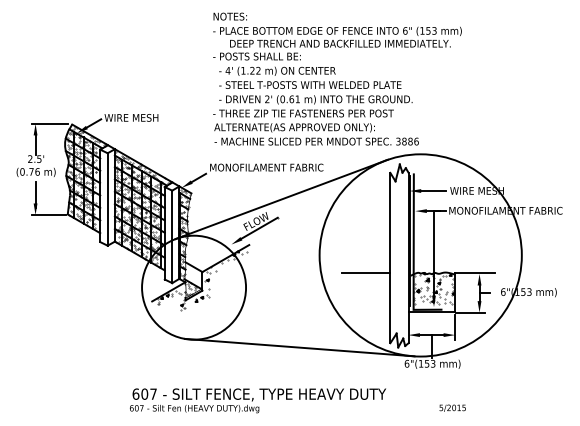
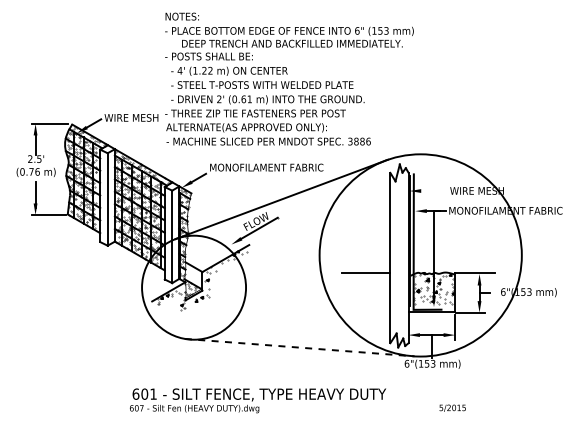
text at (337, 78) position: (337, 78) -> (289, 78)
line at (433, 191): present -> none
line at (300, 347): solid -> dashed
text at (153, 393): 607 -> 601
